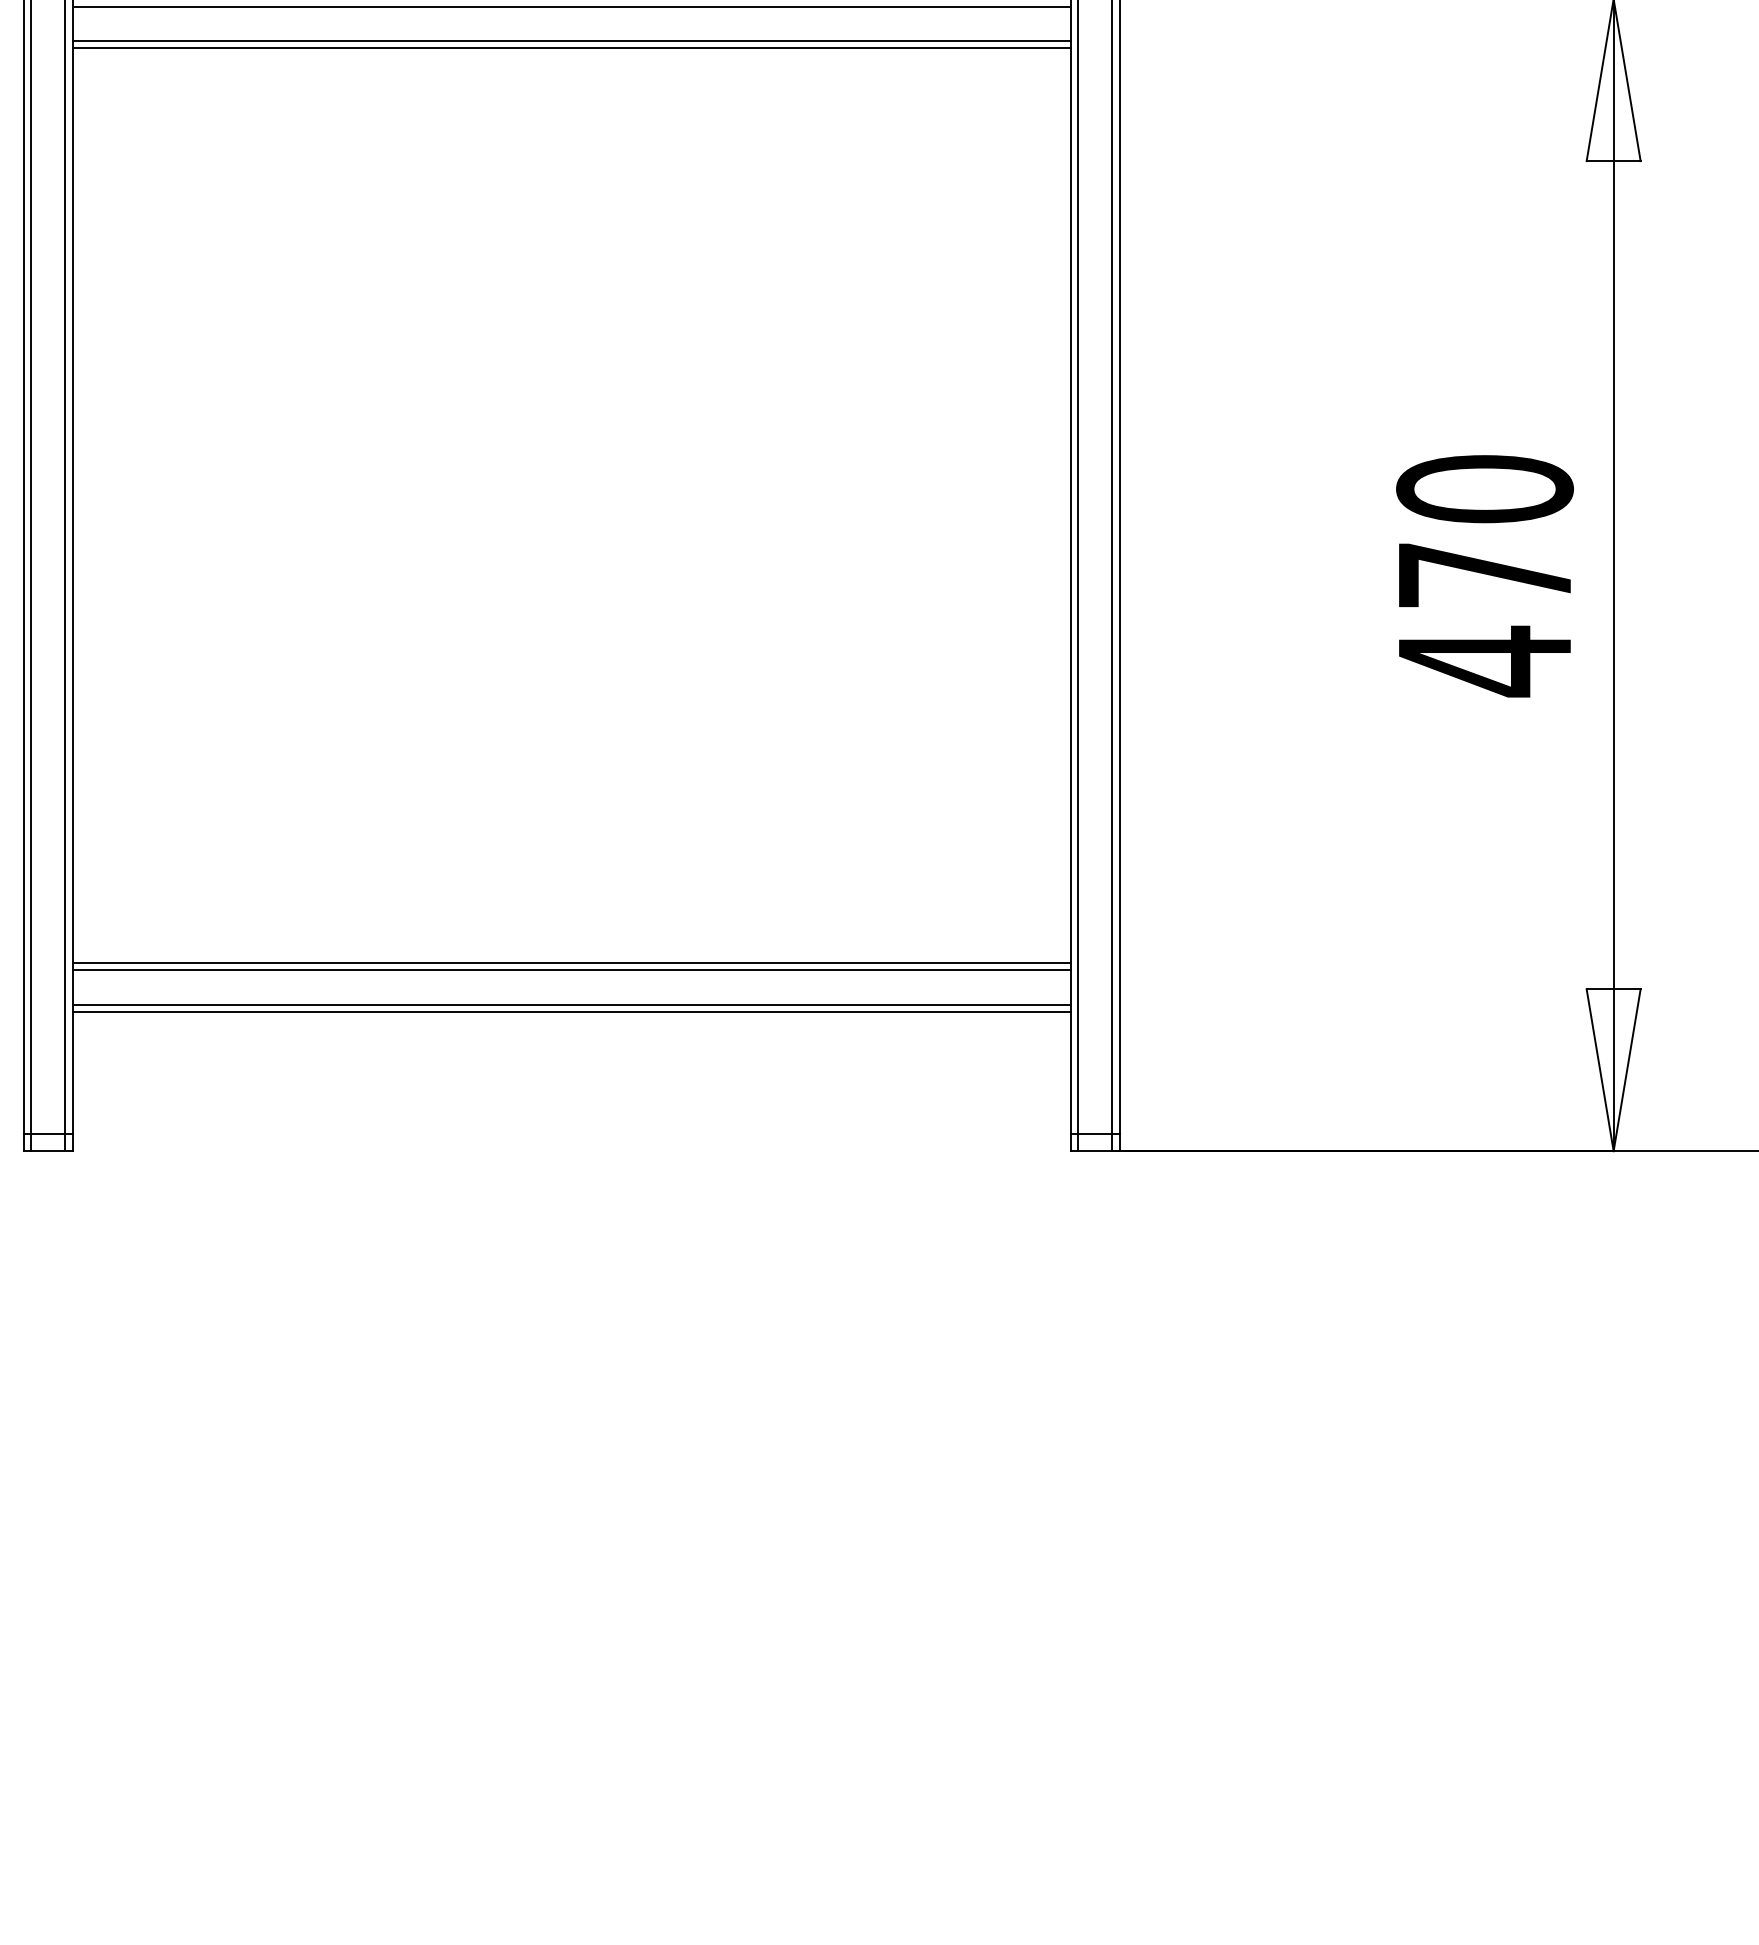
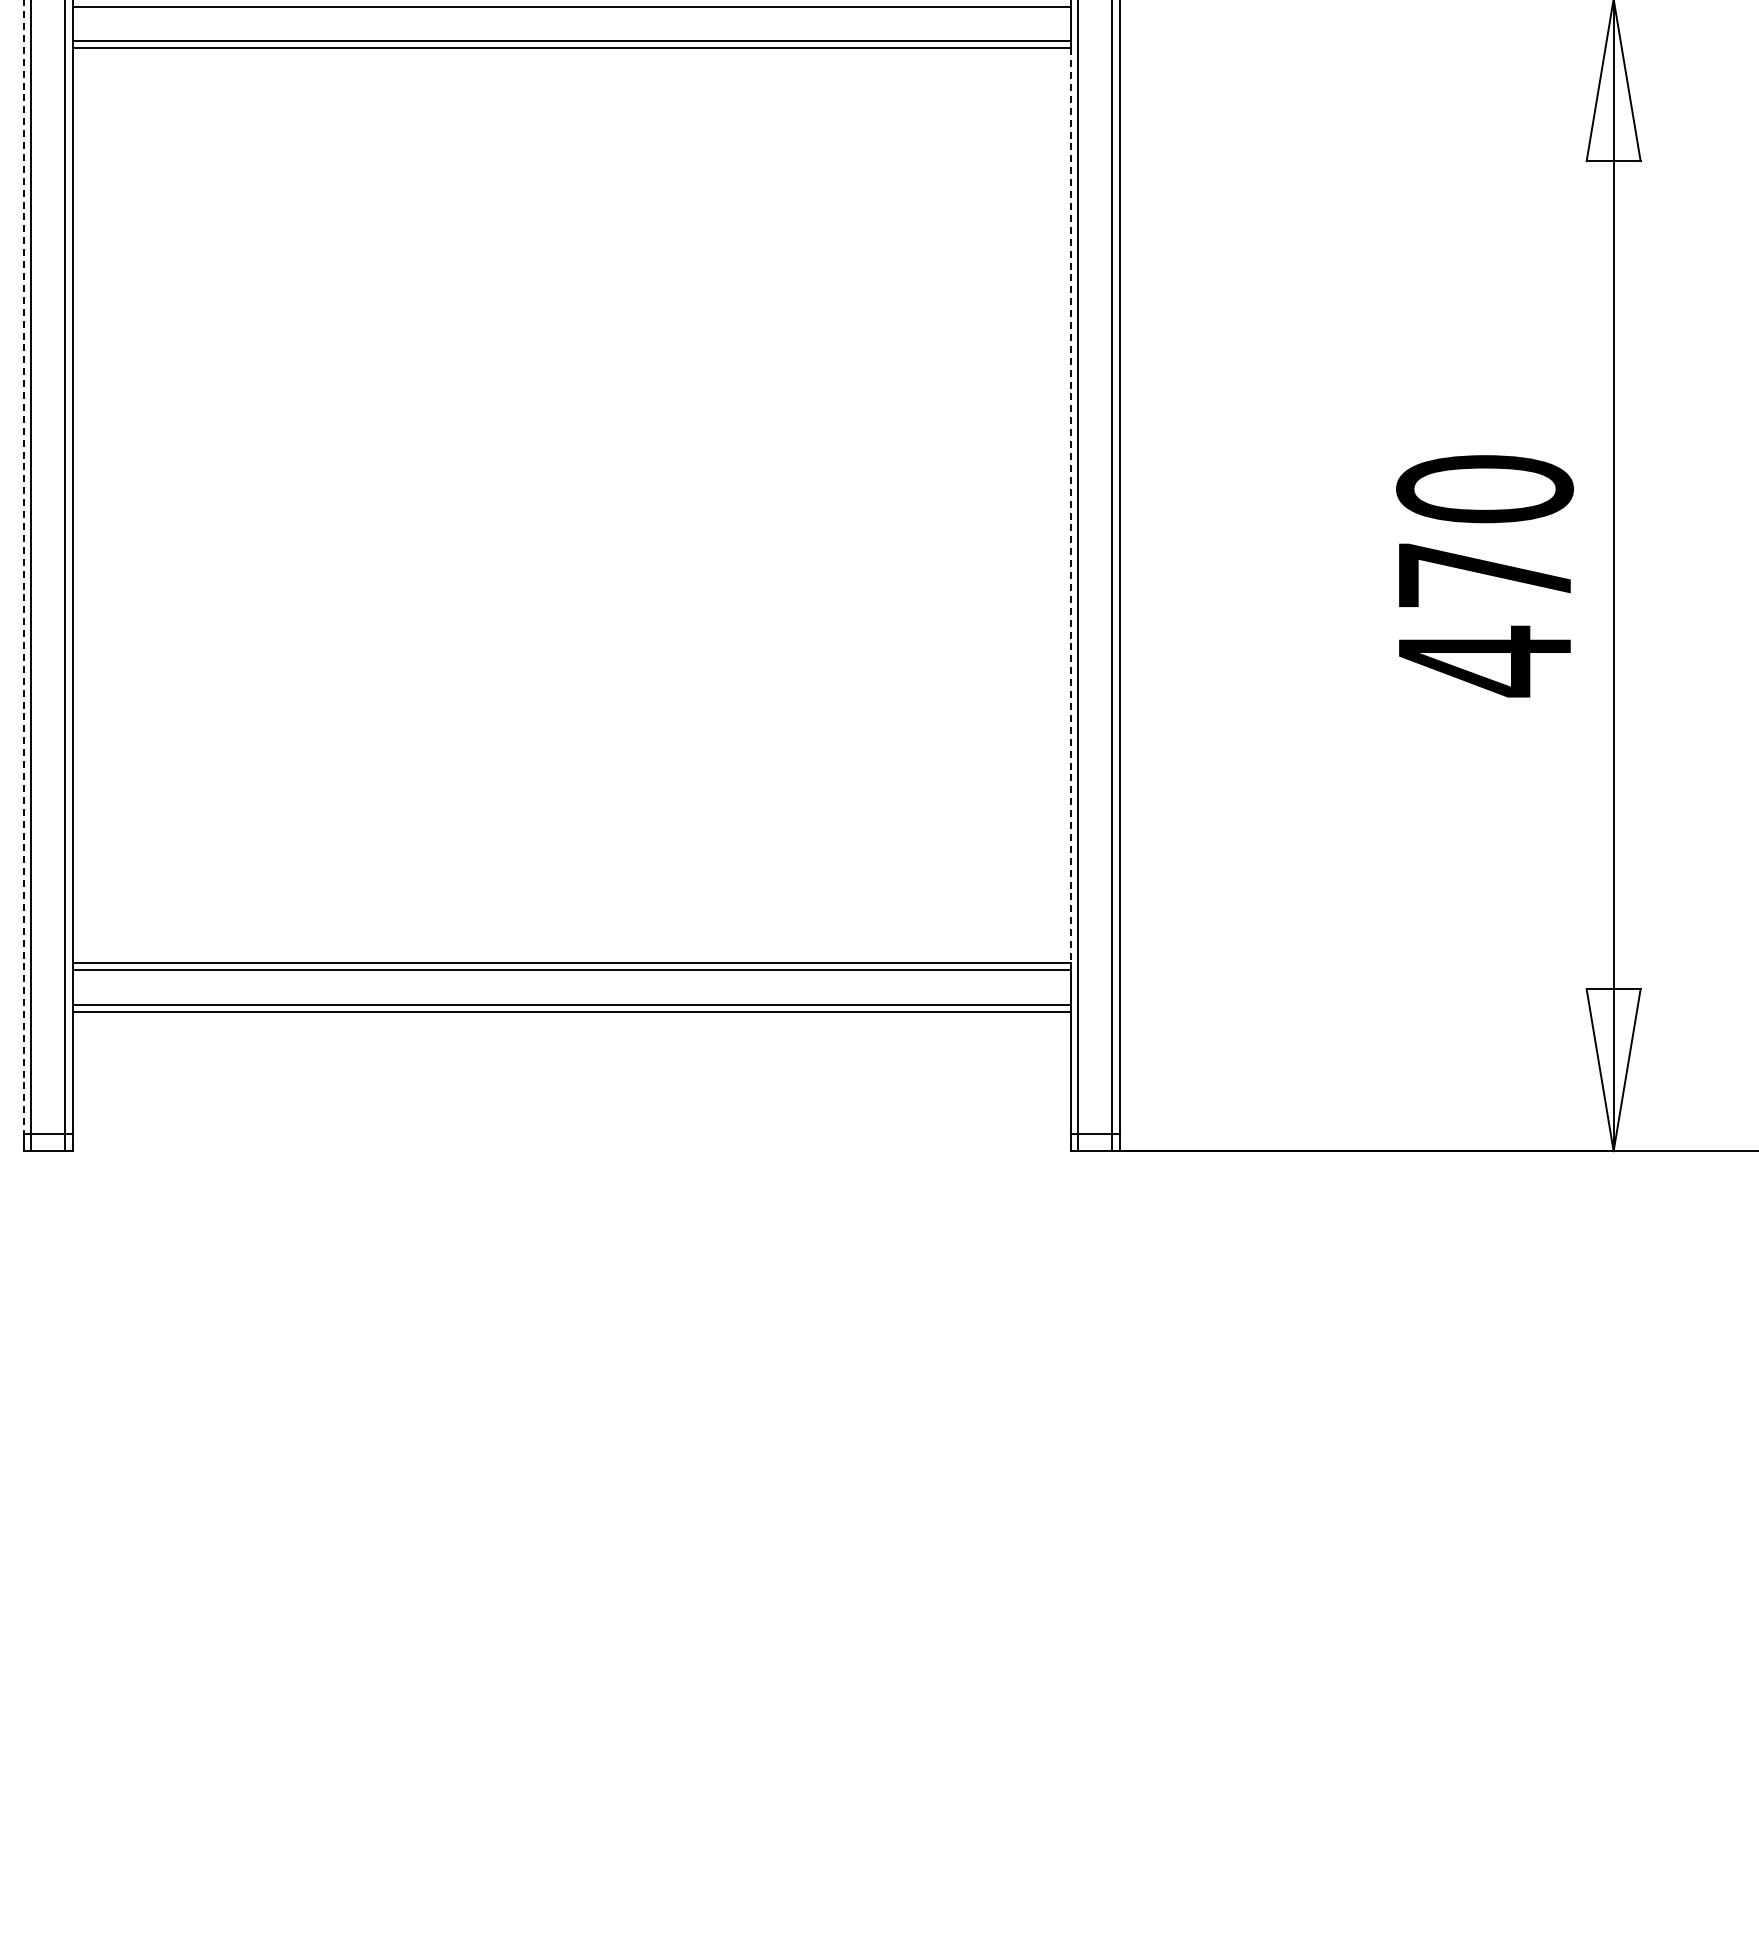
line at (1070, 506): solid -> dashed
line at (23, 567): solid -> dashed
